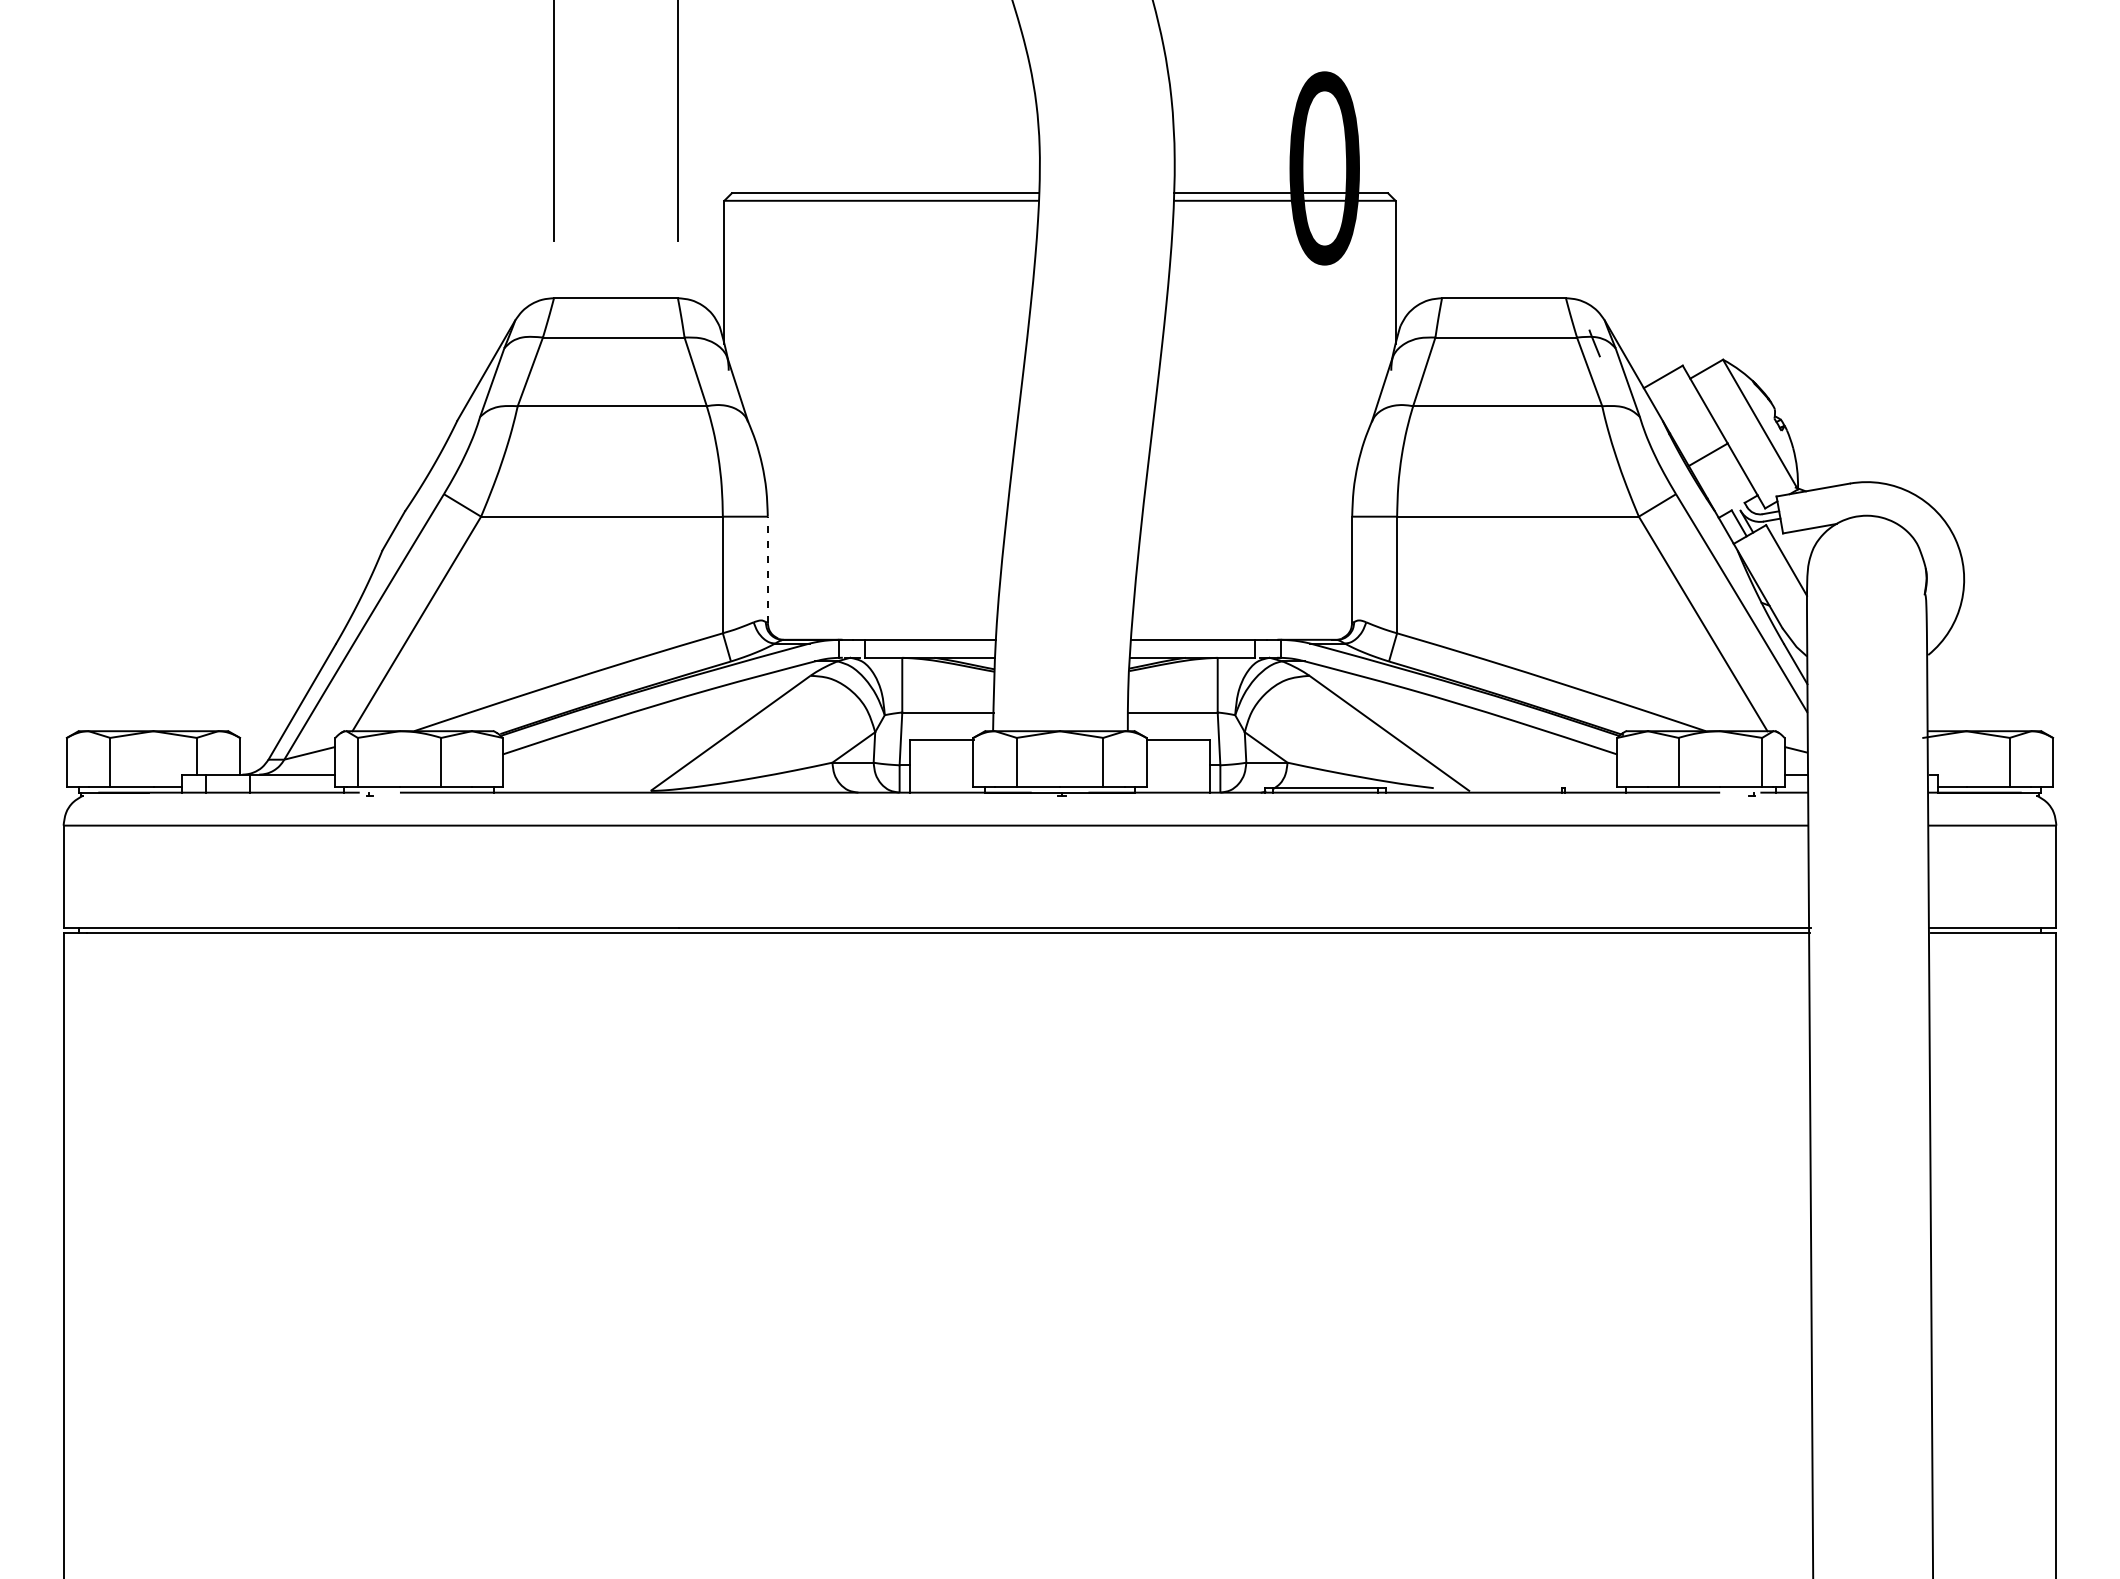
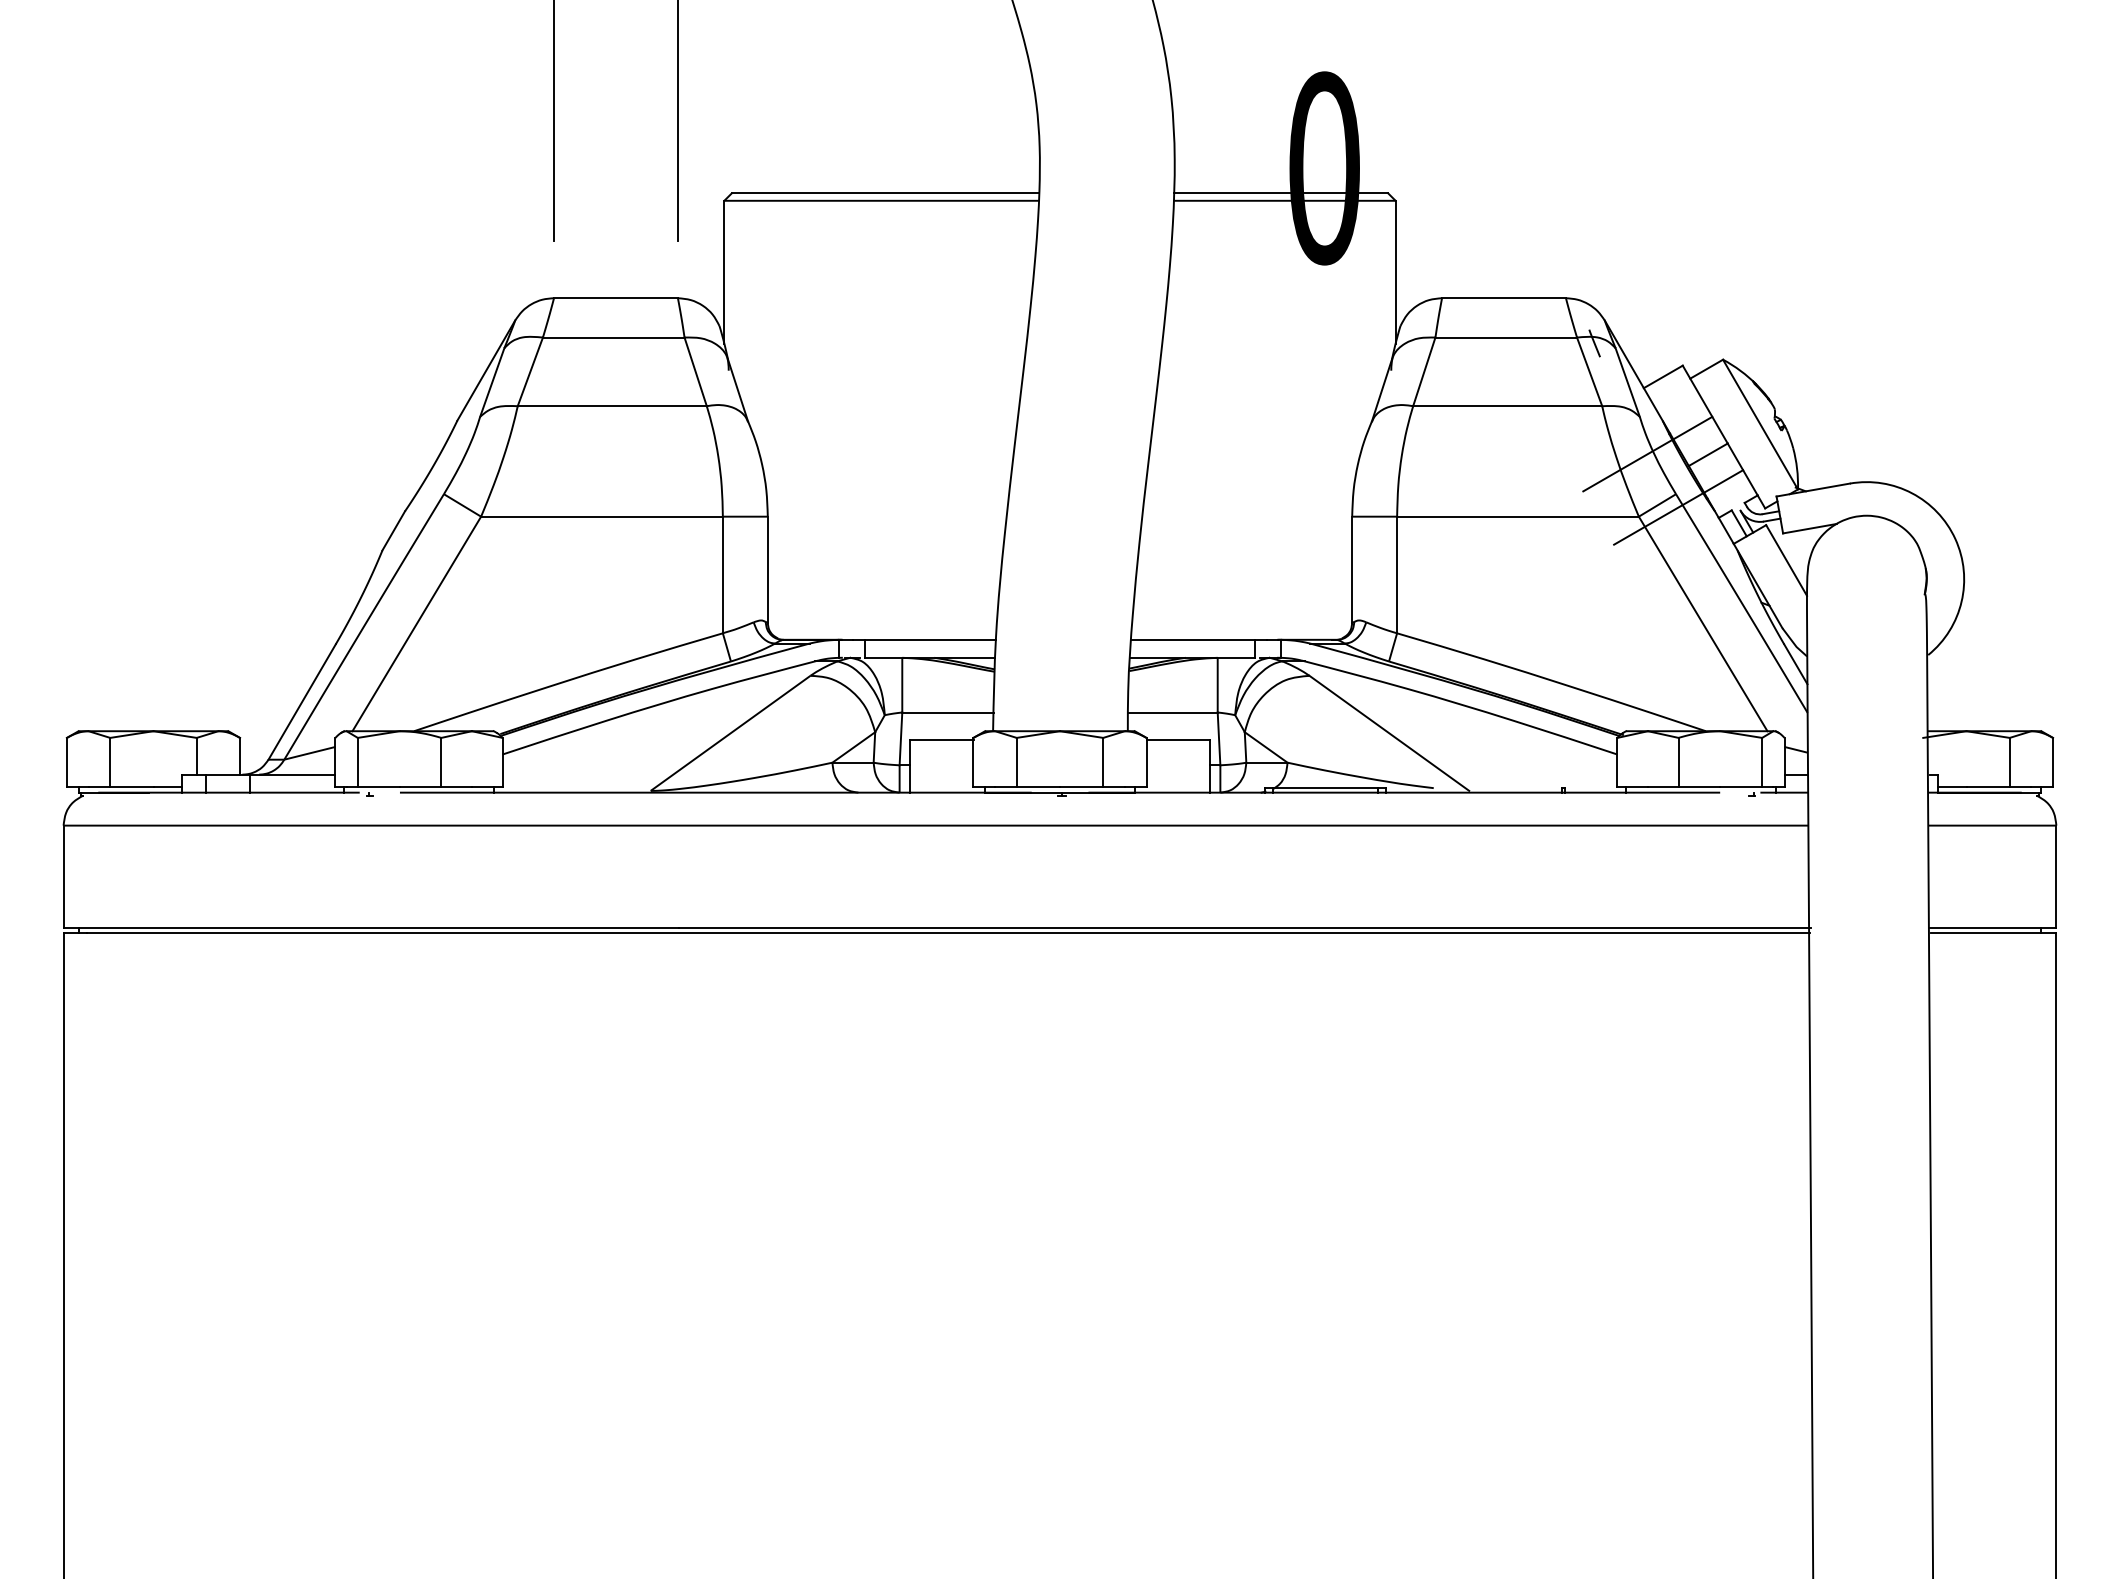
line at (1647, 453): none -> present
line at (1678, 507): none -> present
line at (767, 569): dashed -> solid
